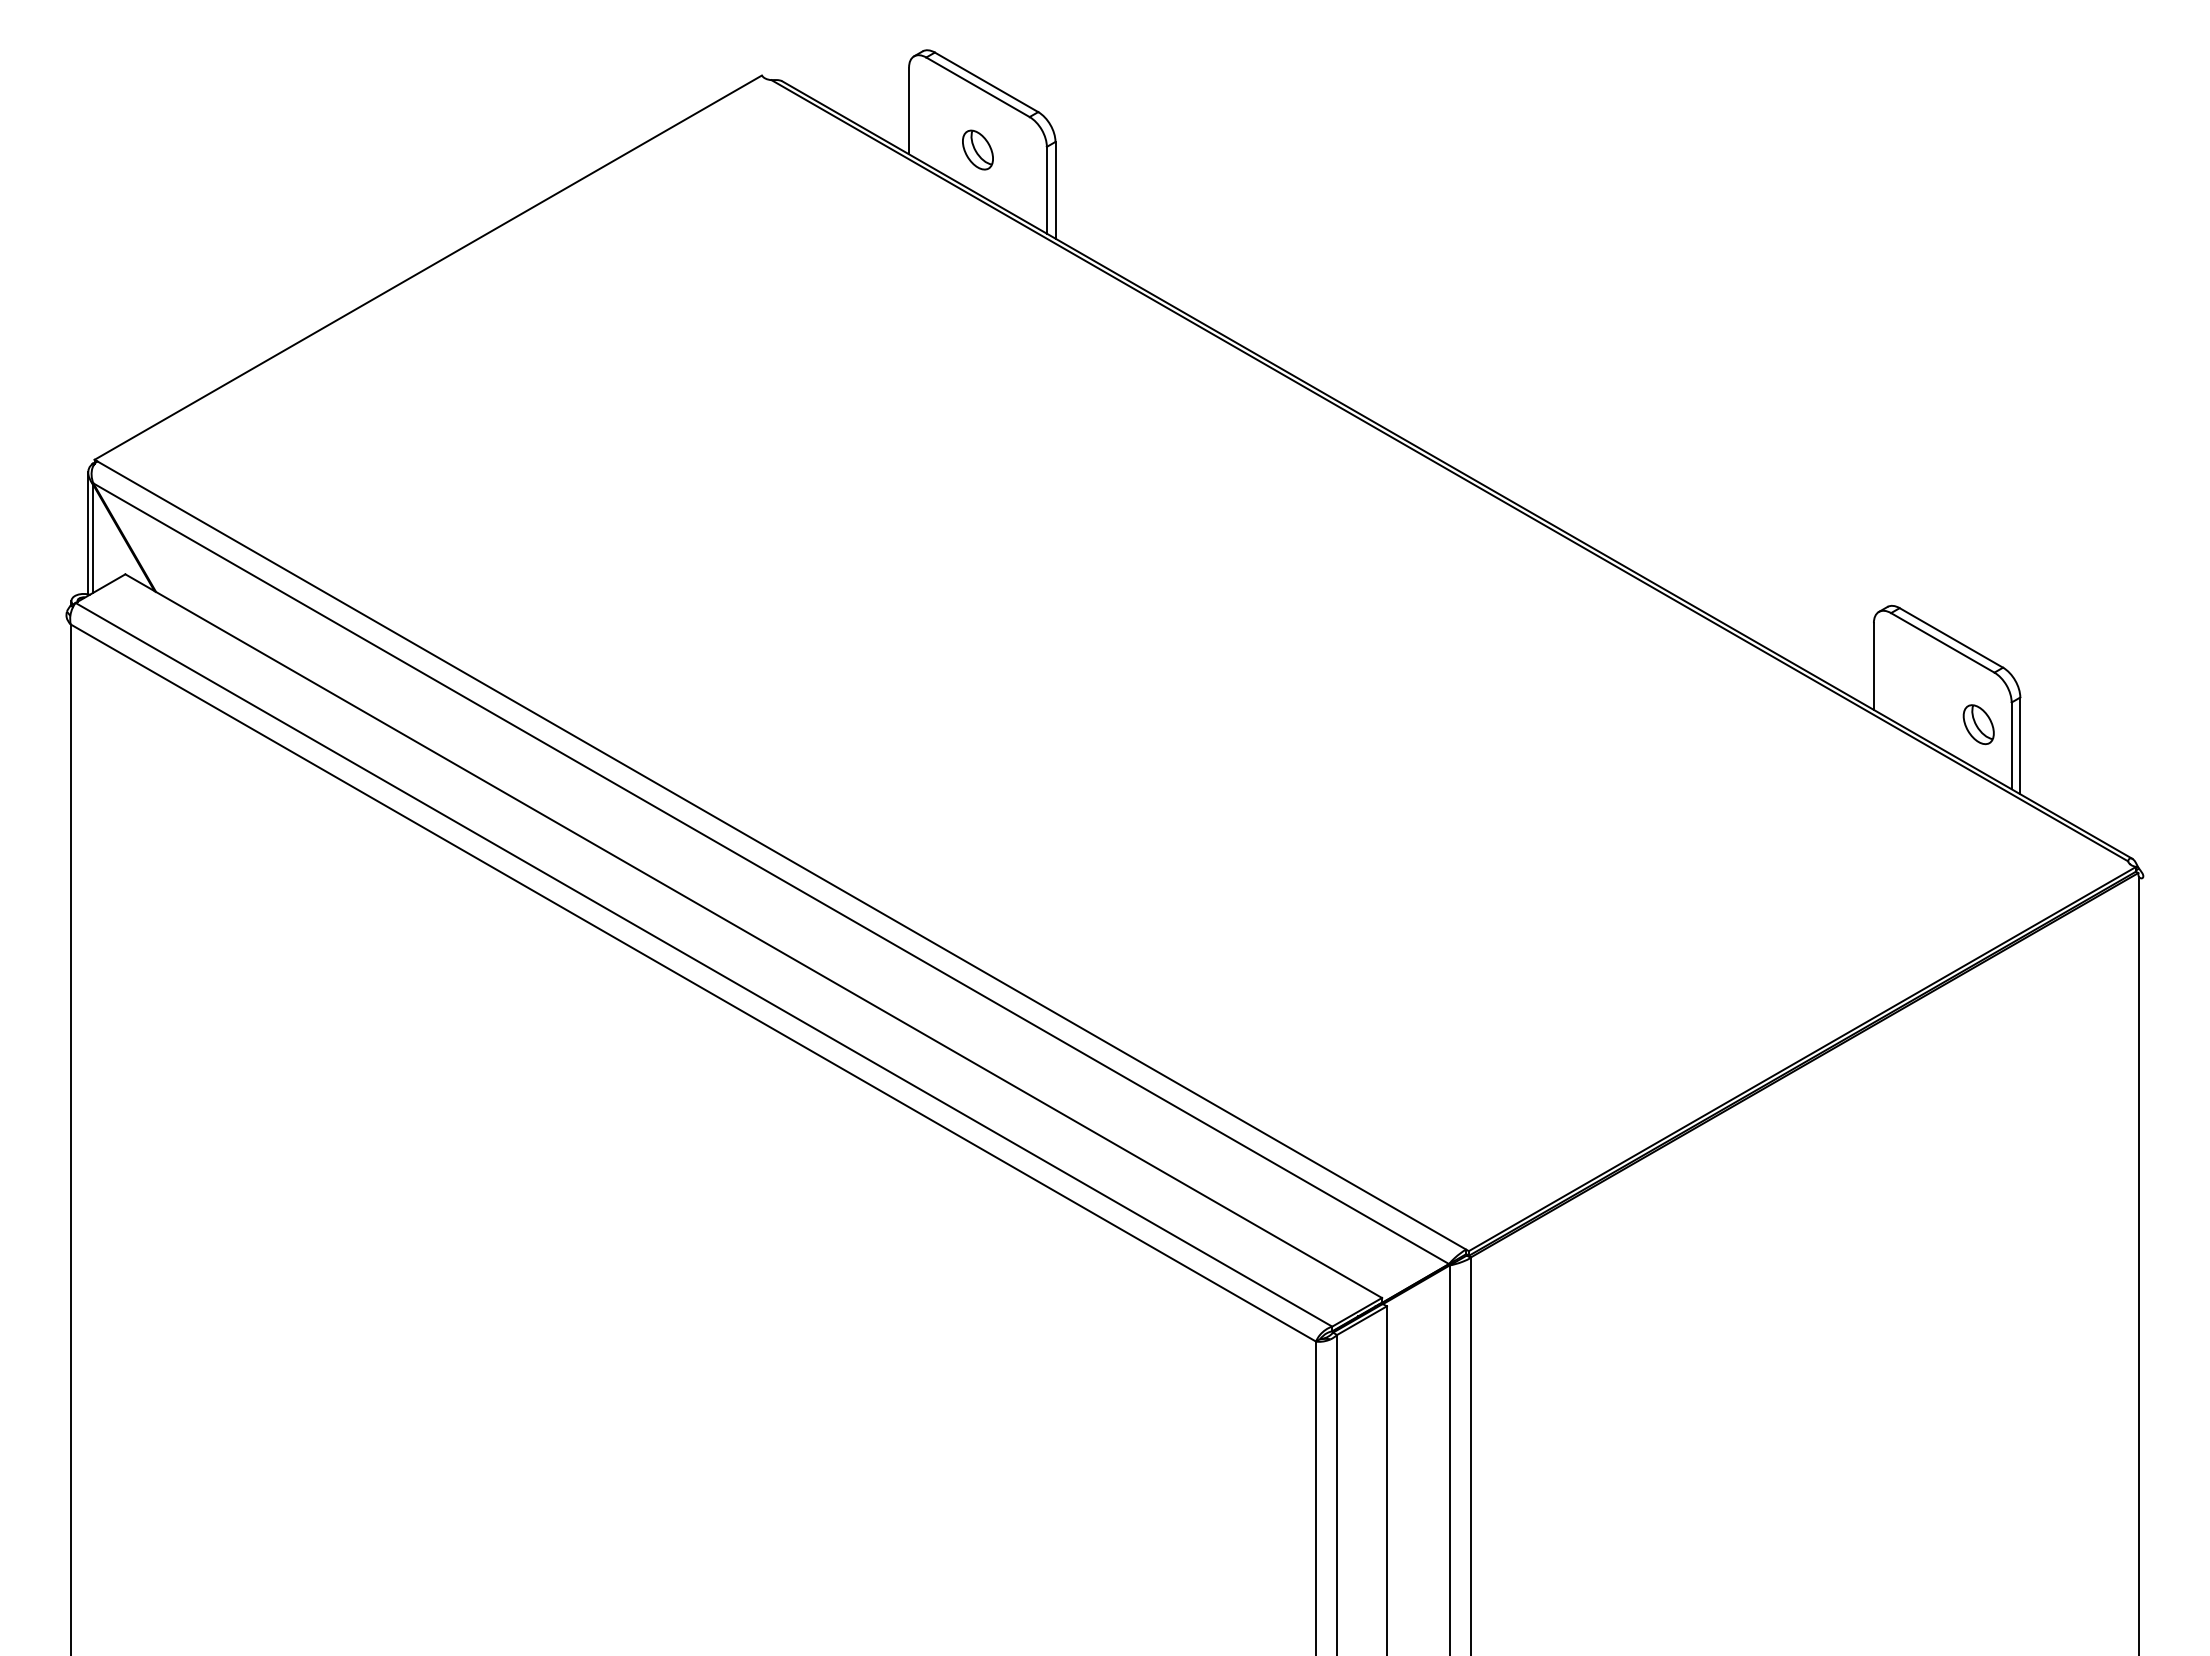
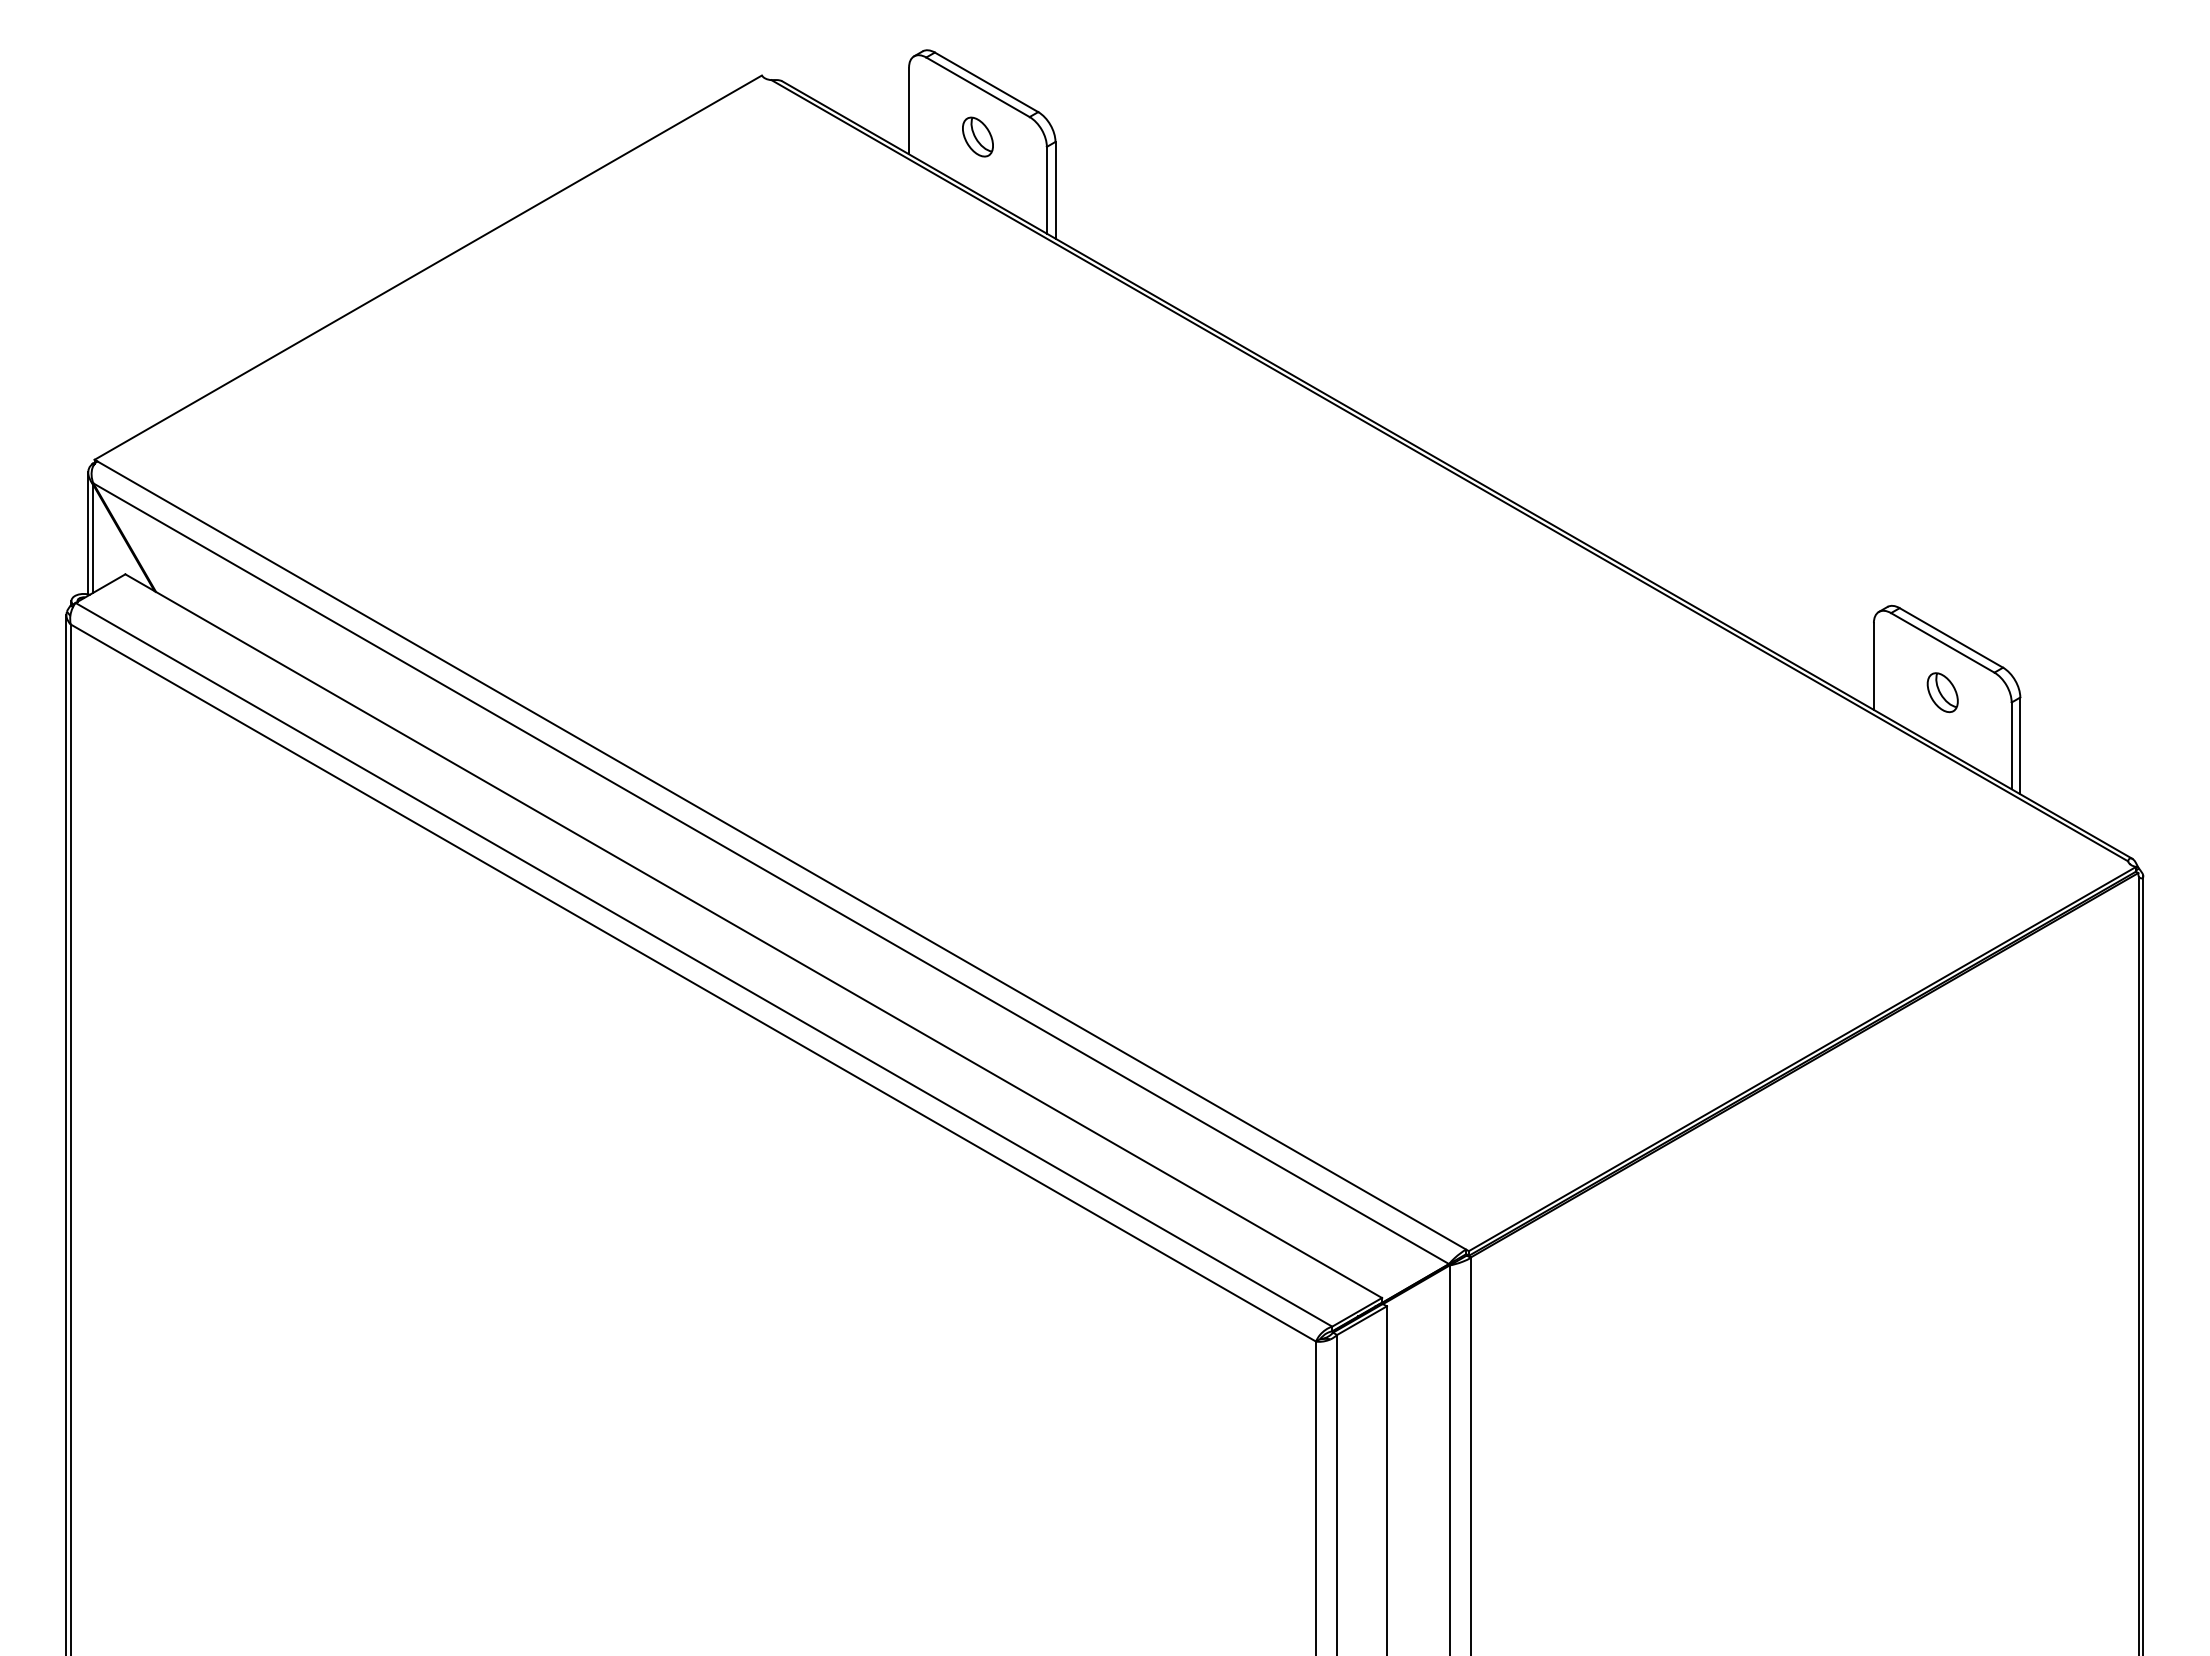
part at (977, 149) position: (977, 149) -> (977, 136)
part at (1978, 724) position: (1978, 724) -> (1942, 692)
line at (66, 1133): none -> present
line at (2143, 1264): none -> present
